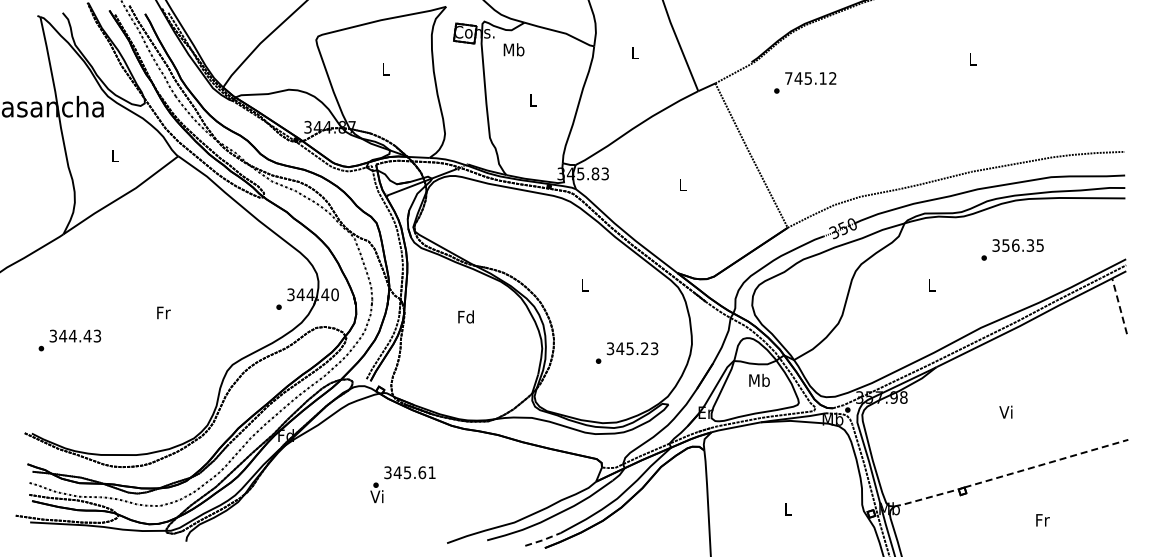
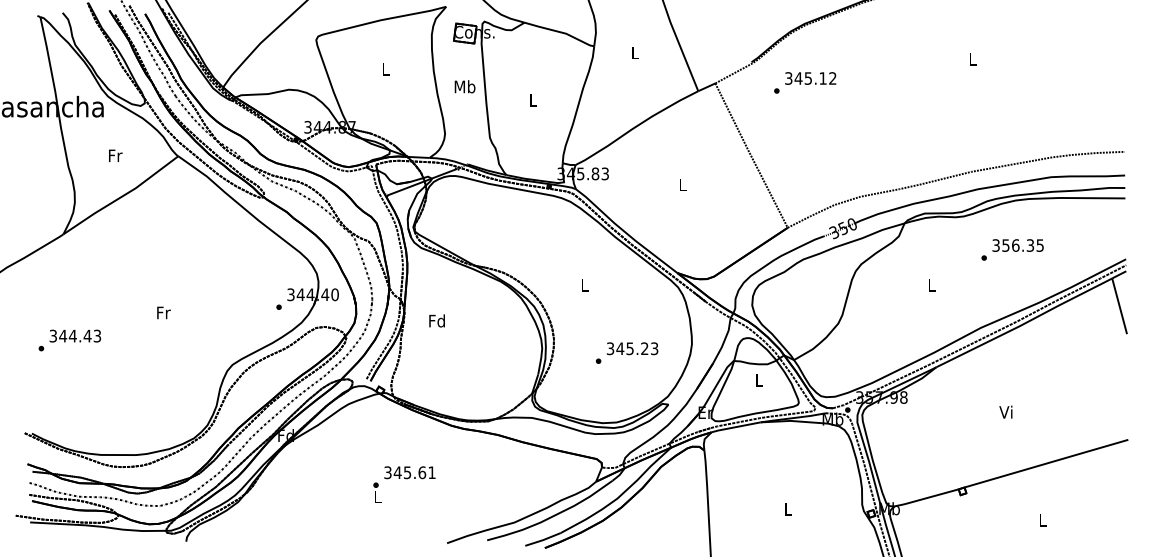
text at (513, 49) position: (513, 49) -> (464, 86)
text at (788, 78): 745.12 -> 345.12
text at (115, 155): L -> Fr
line at (1119, 306): dashed -> solid
text at (465, 316) position: (465, 316) -> (436, 320)
text at (759, 379): Mb -> L
line at (1046, 463): dashed -> solid
text at (376, 496): Vi -> L
line at (926, 498): dashed -> solid
text at (1042, 520): Fr -> L
line at (543, 540): dashed -> solid
